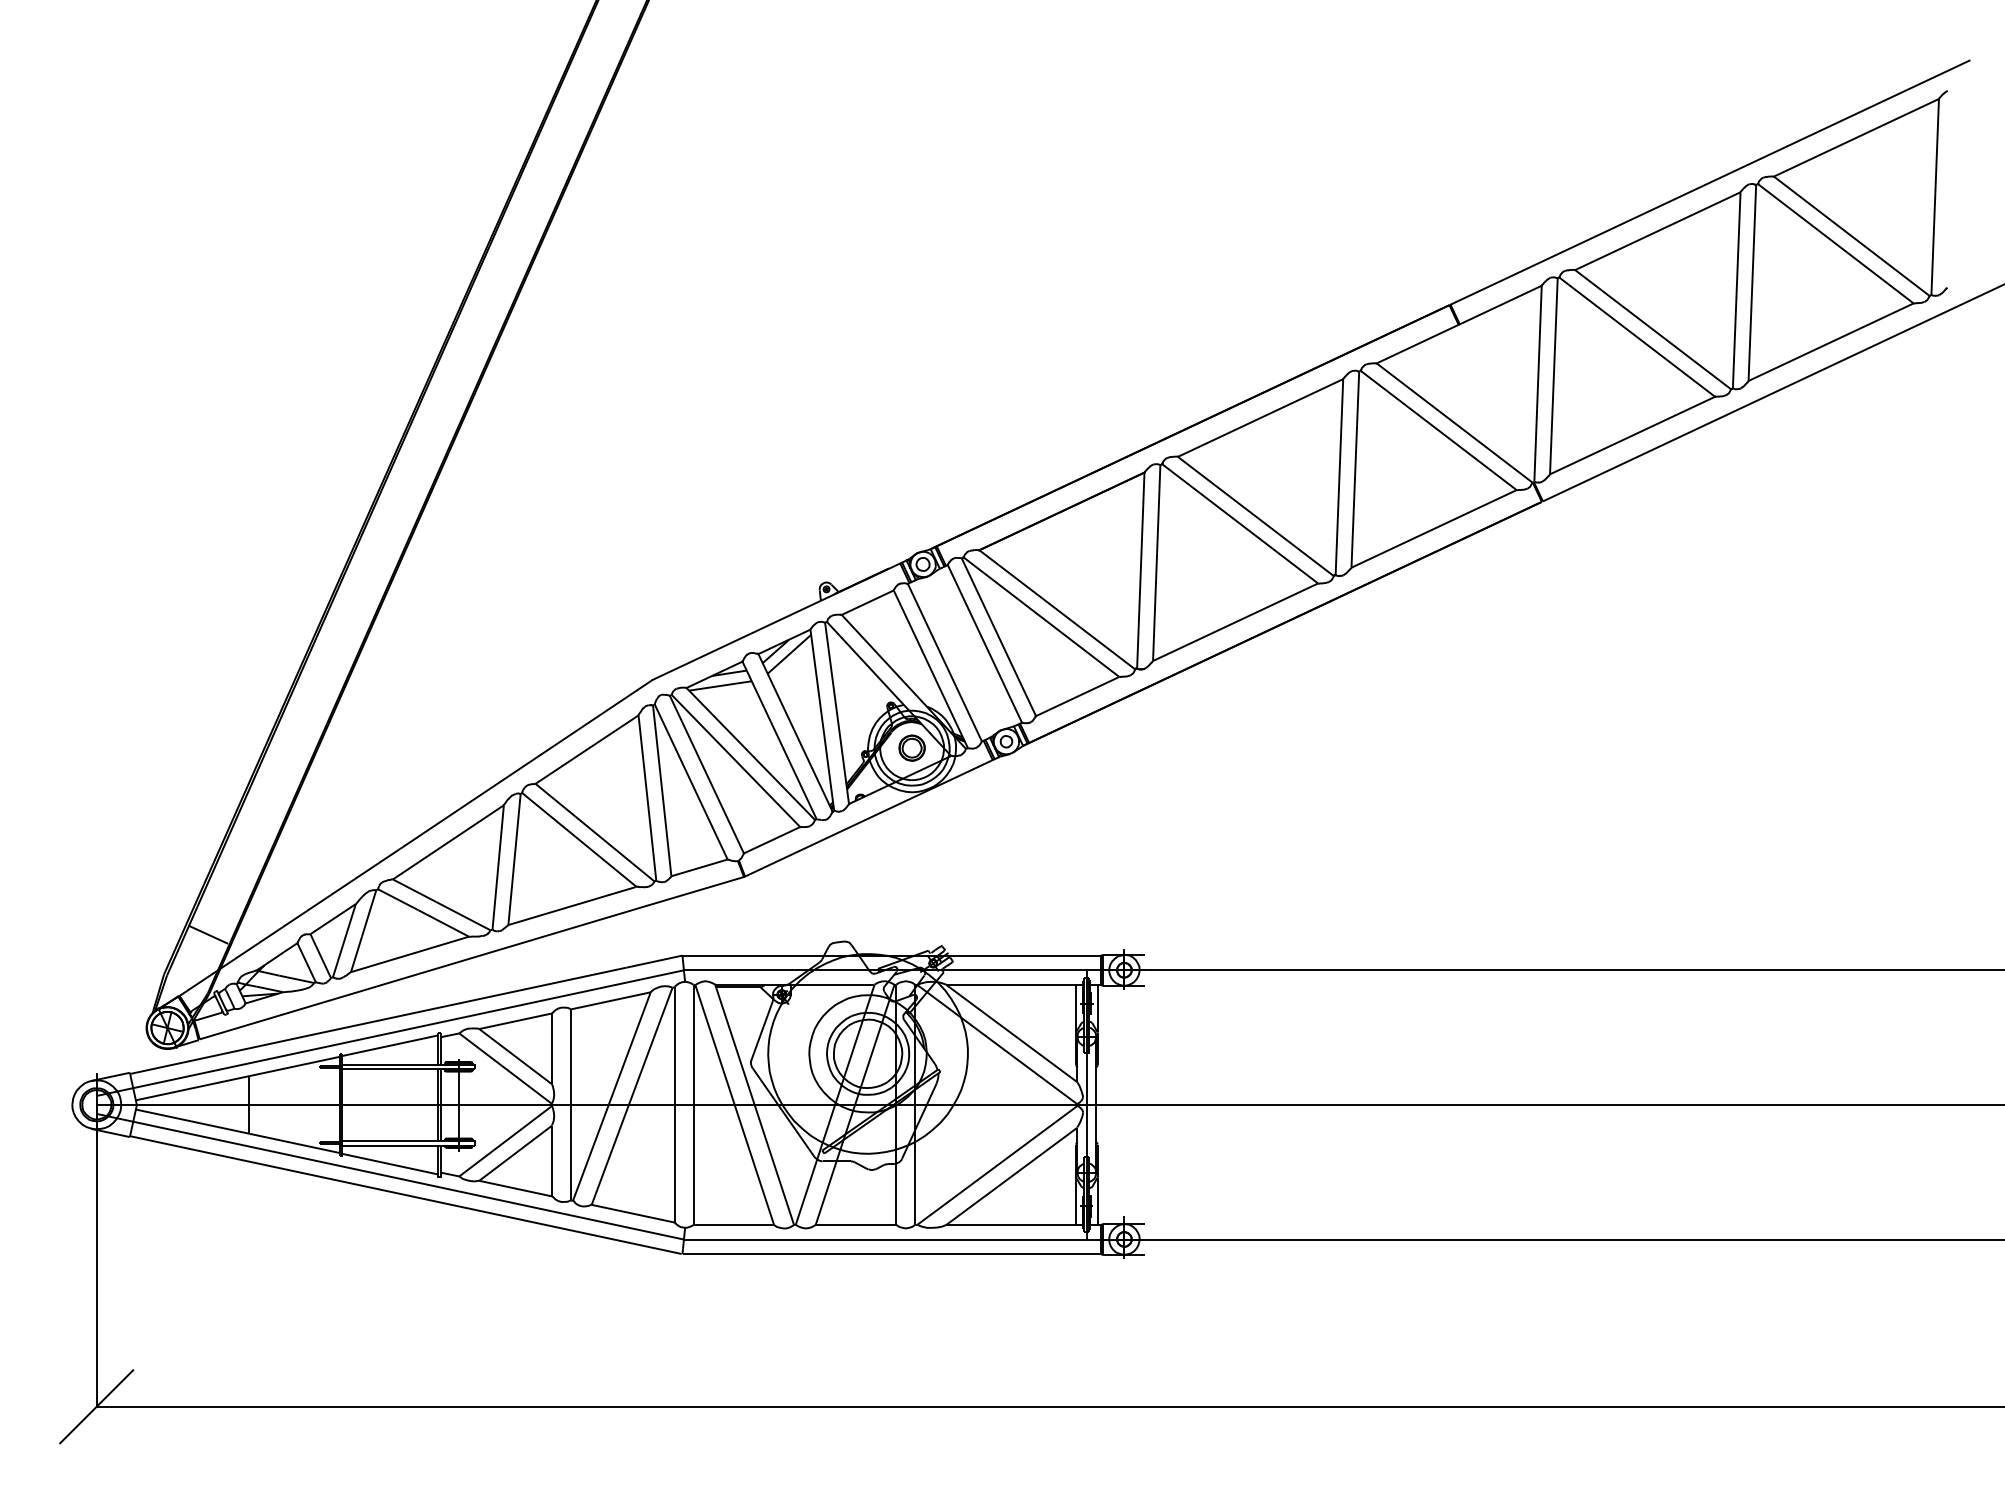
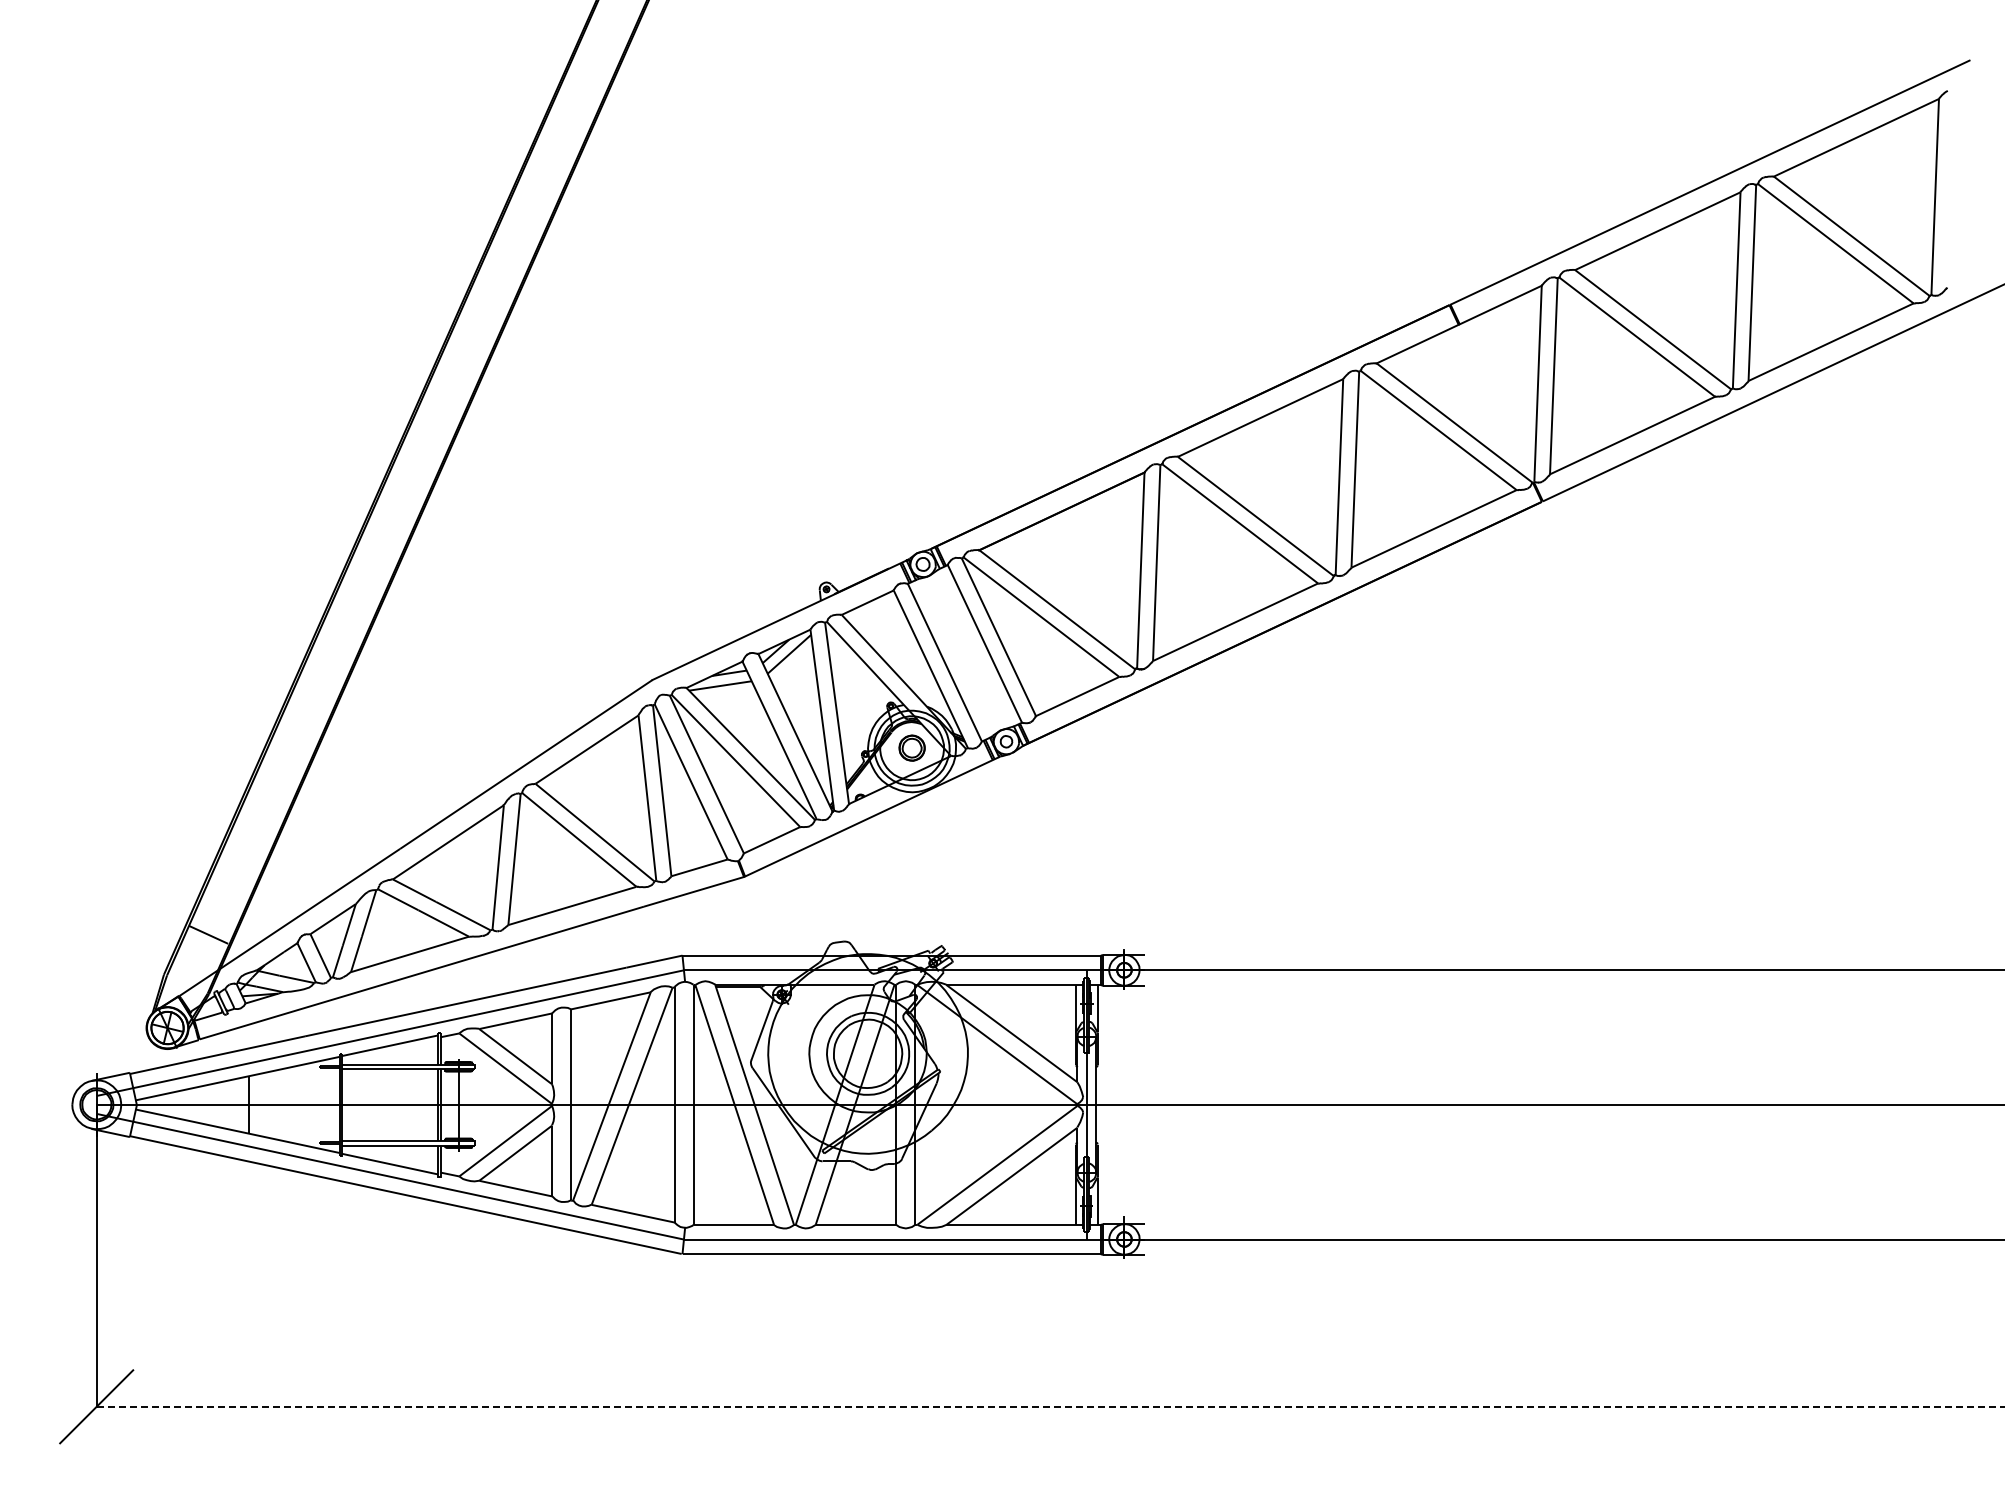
line at (1051, 1406): solid -> dashed
